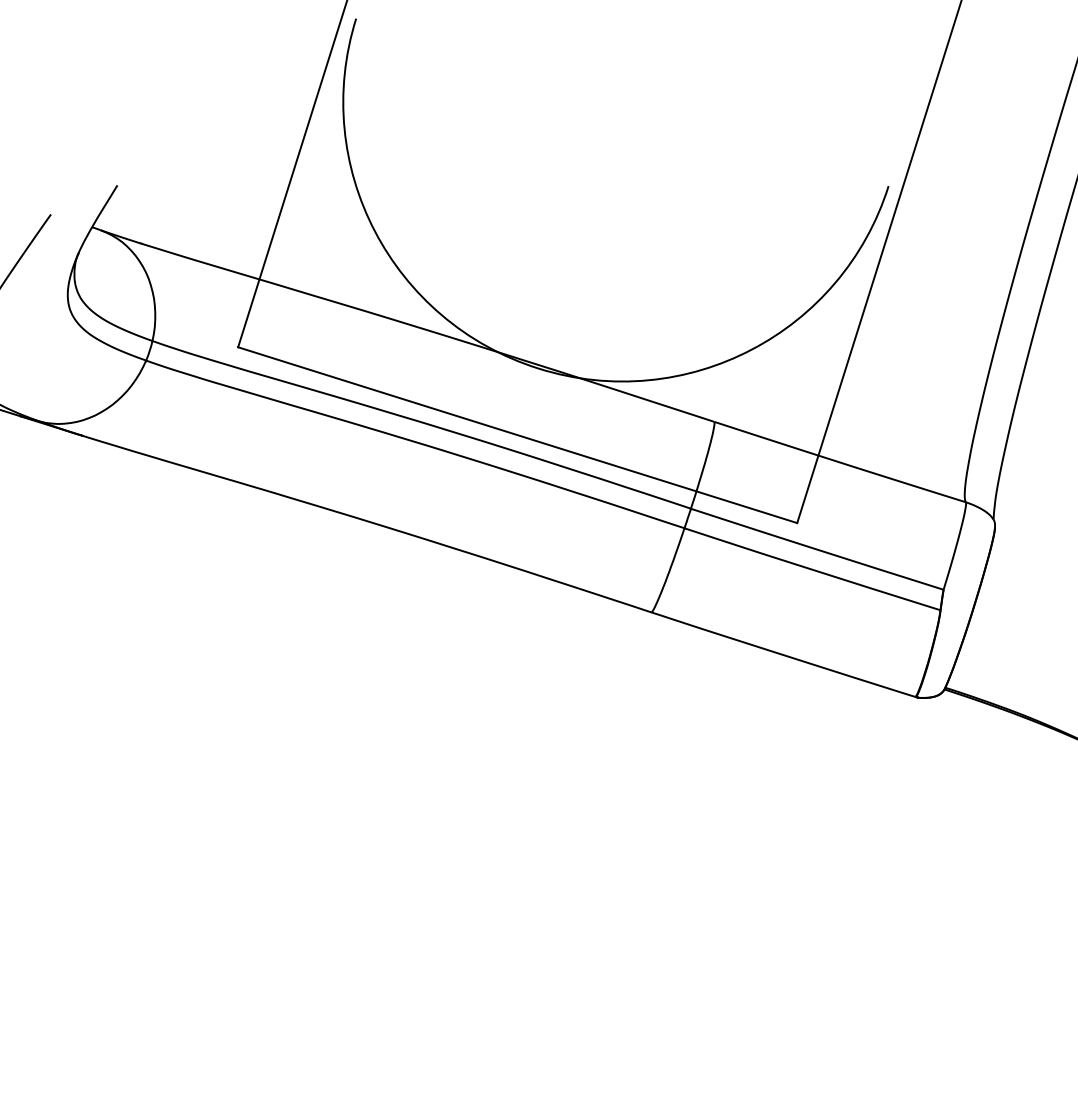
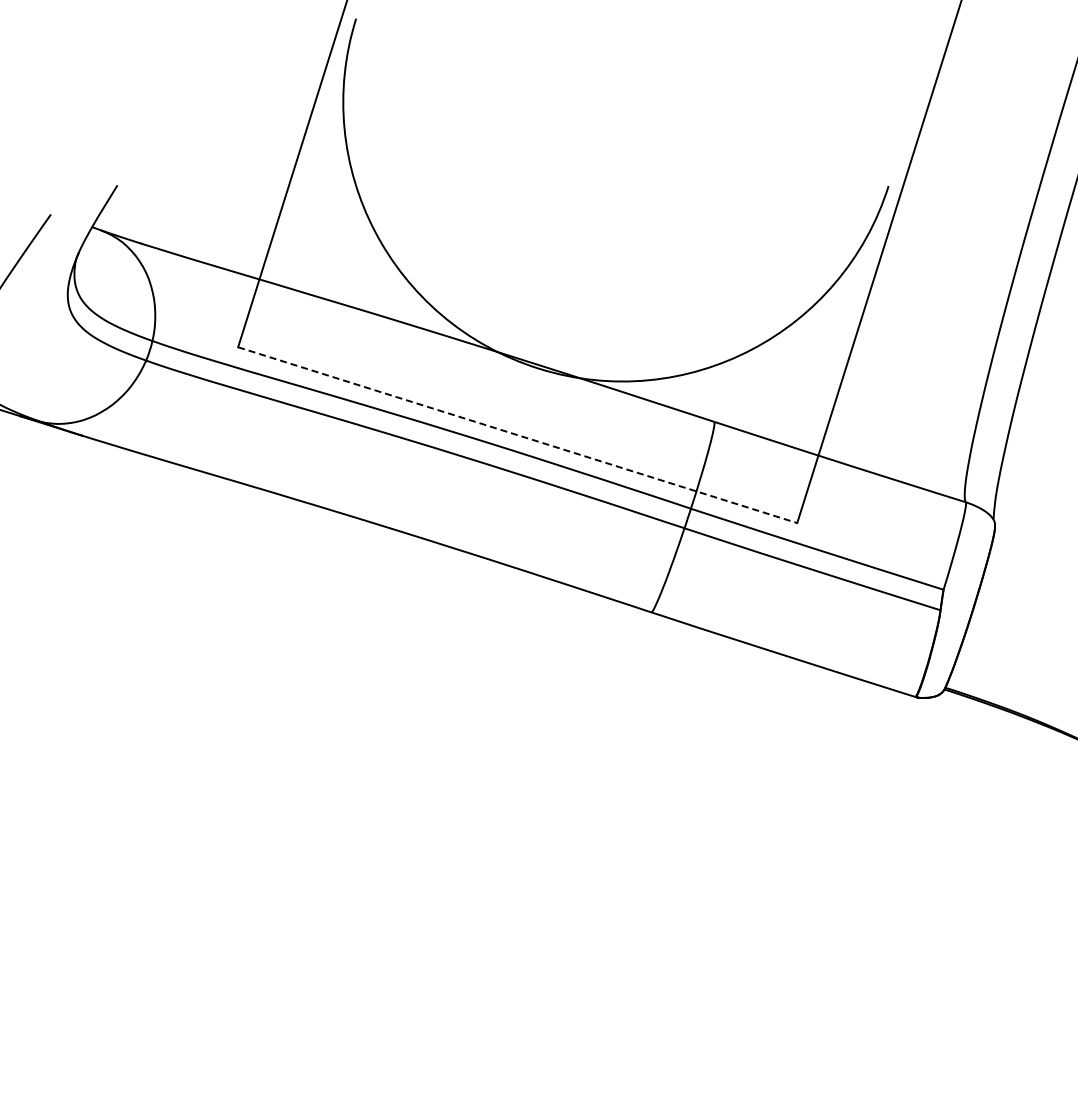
line at (518, 435): solid -> dashed
